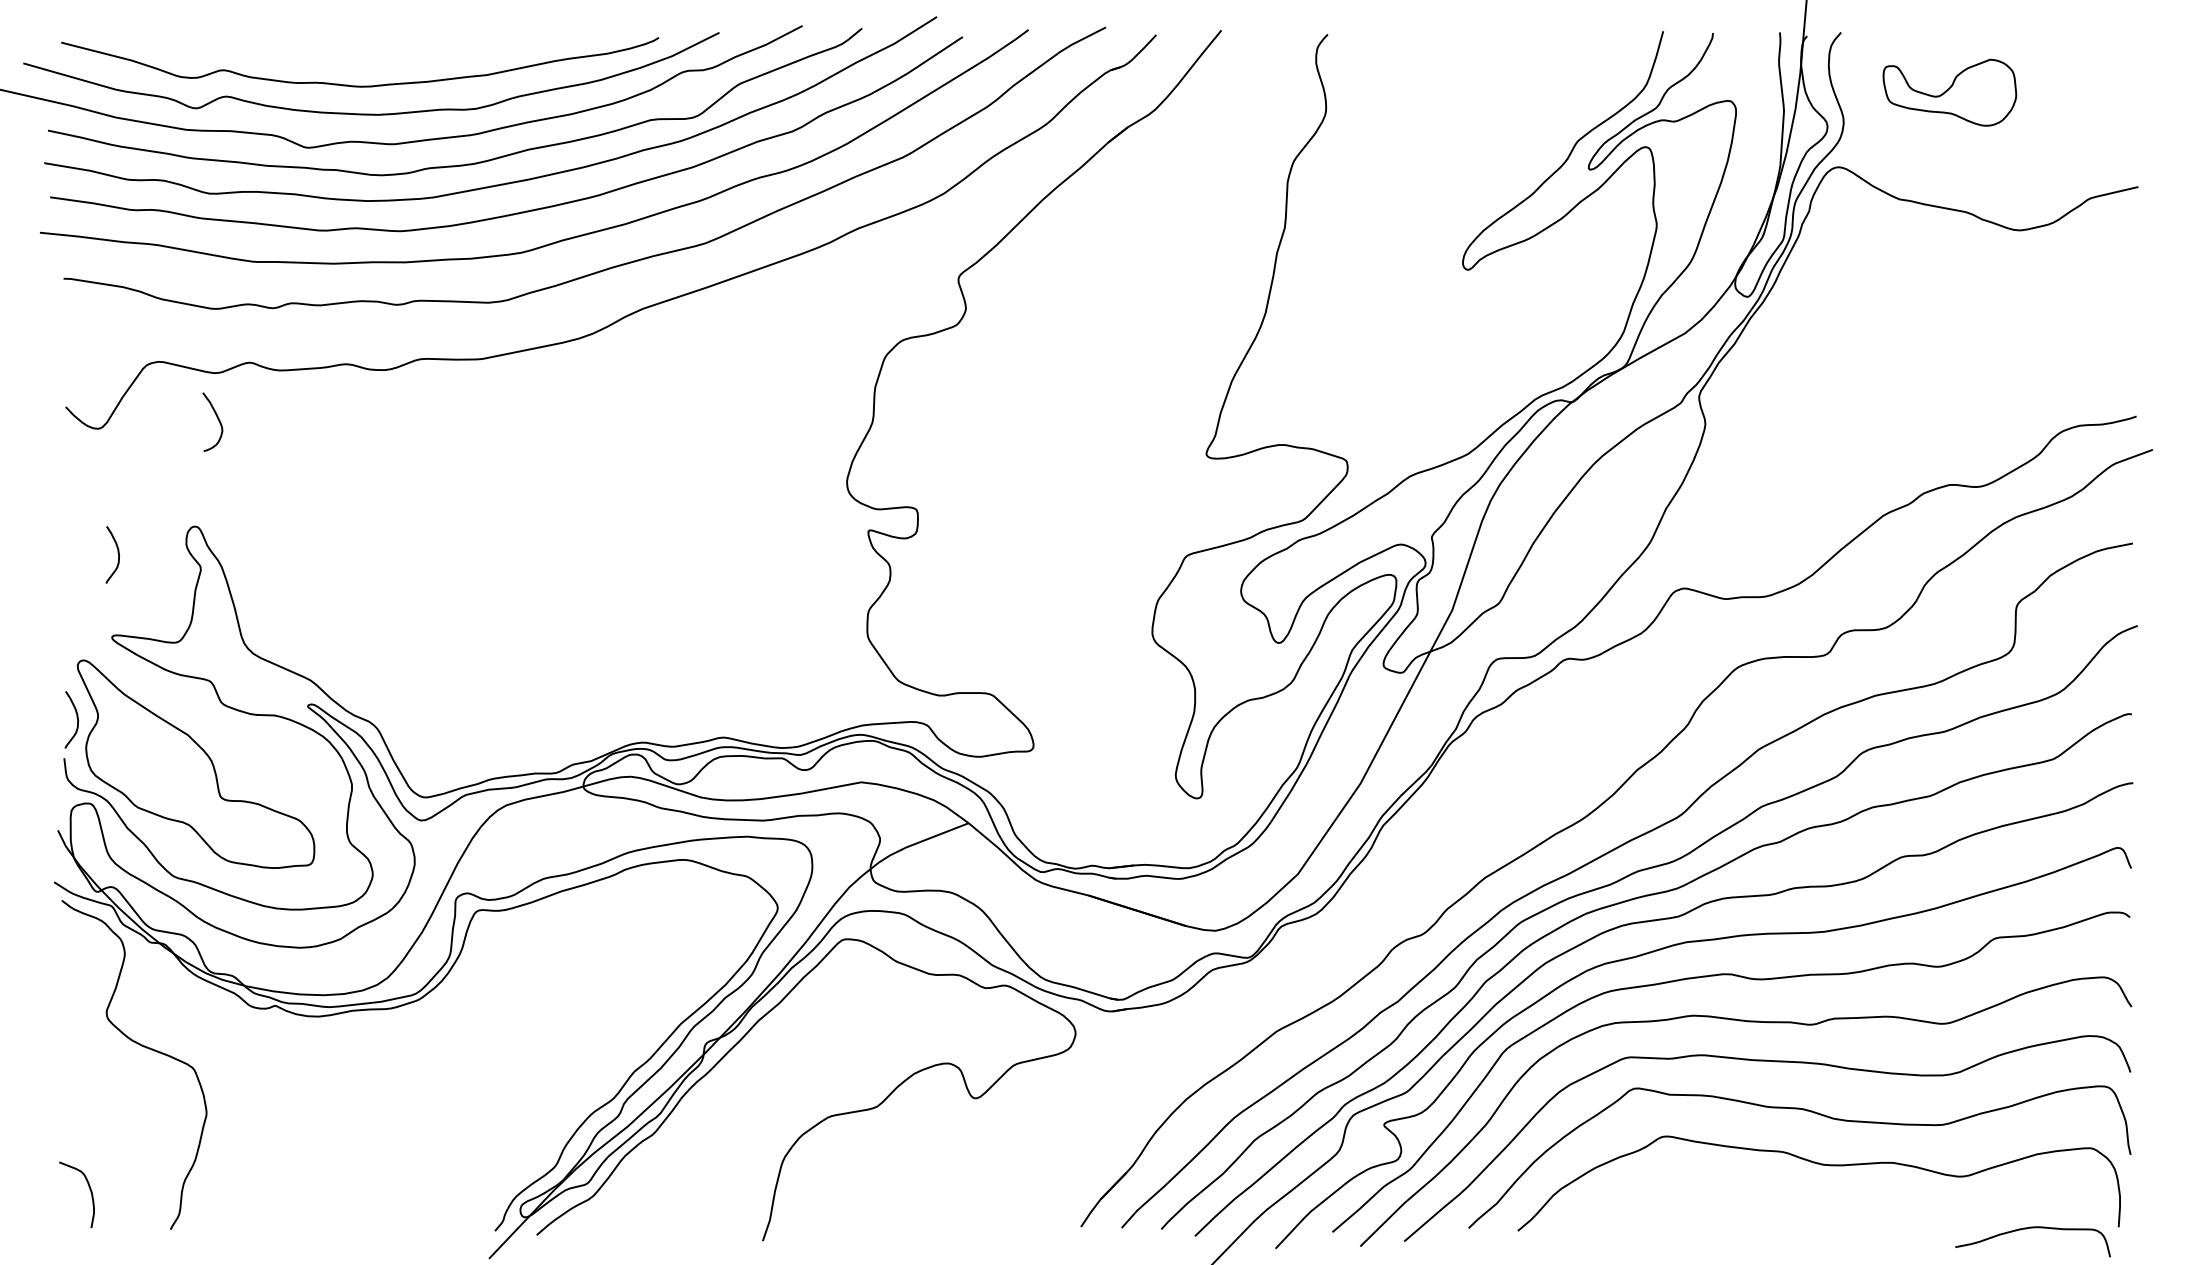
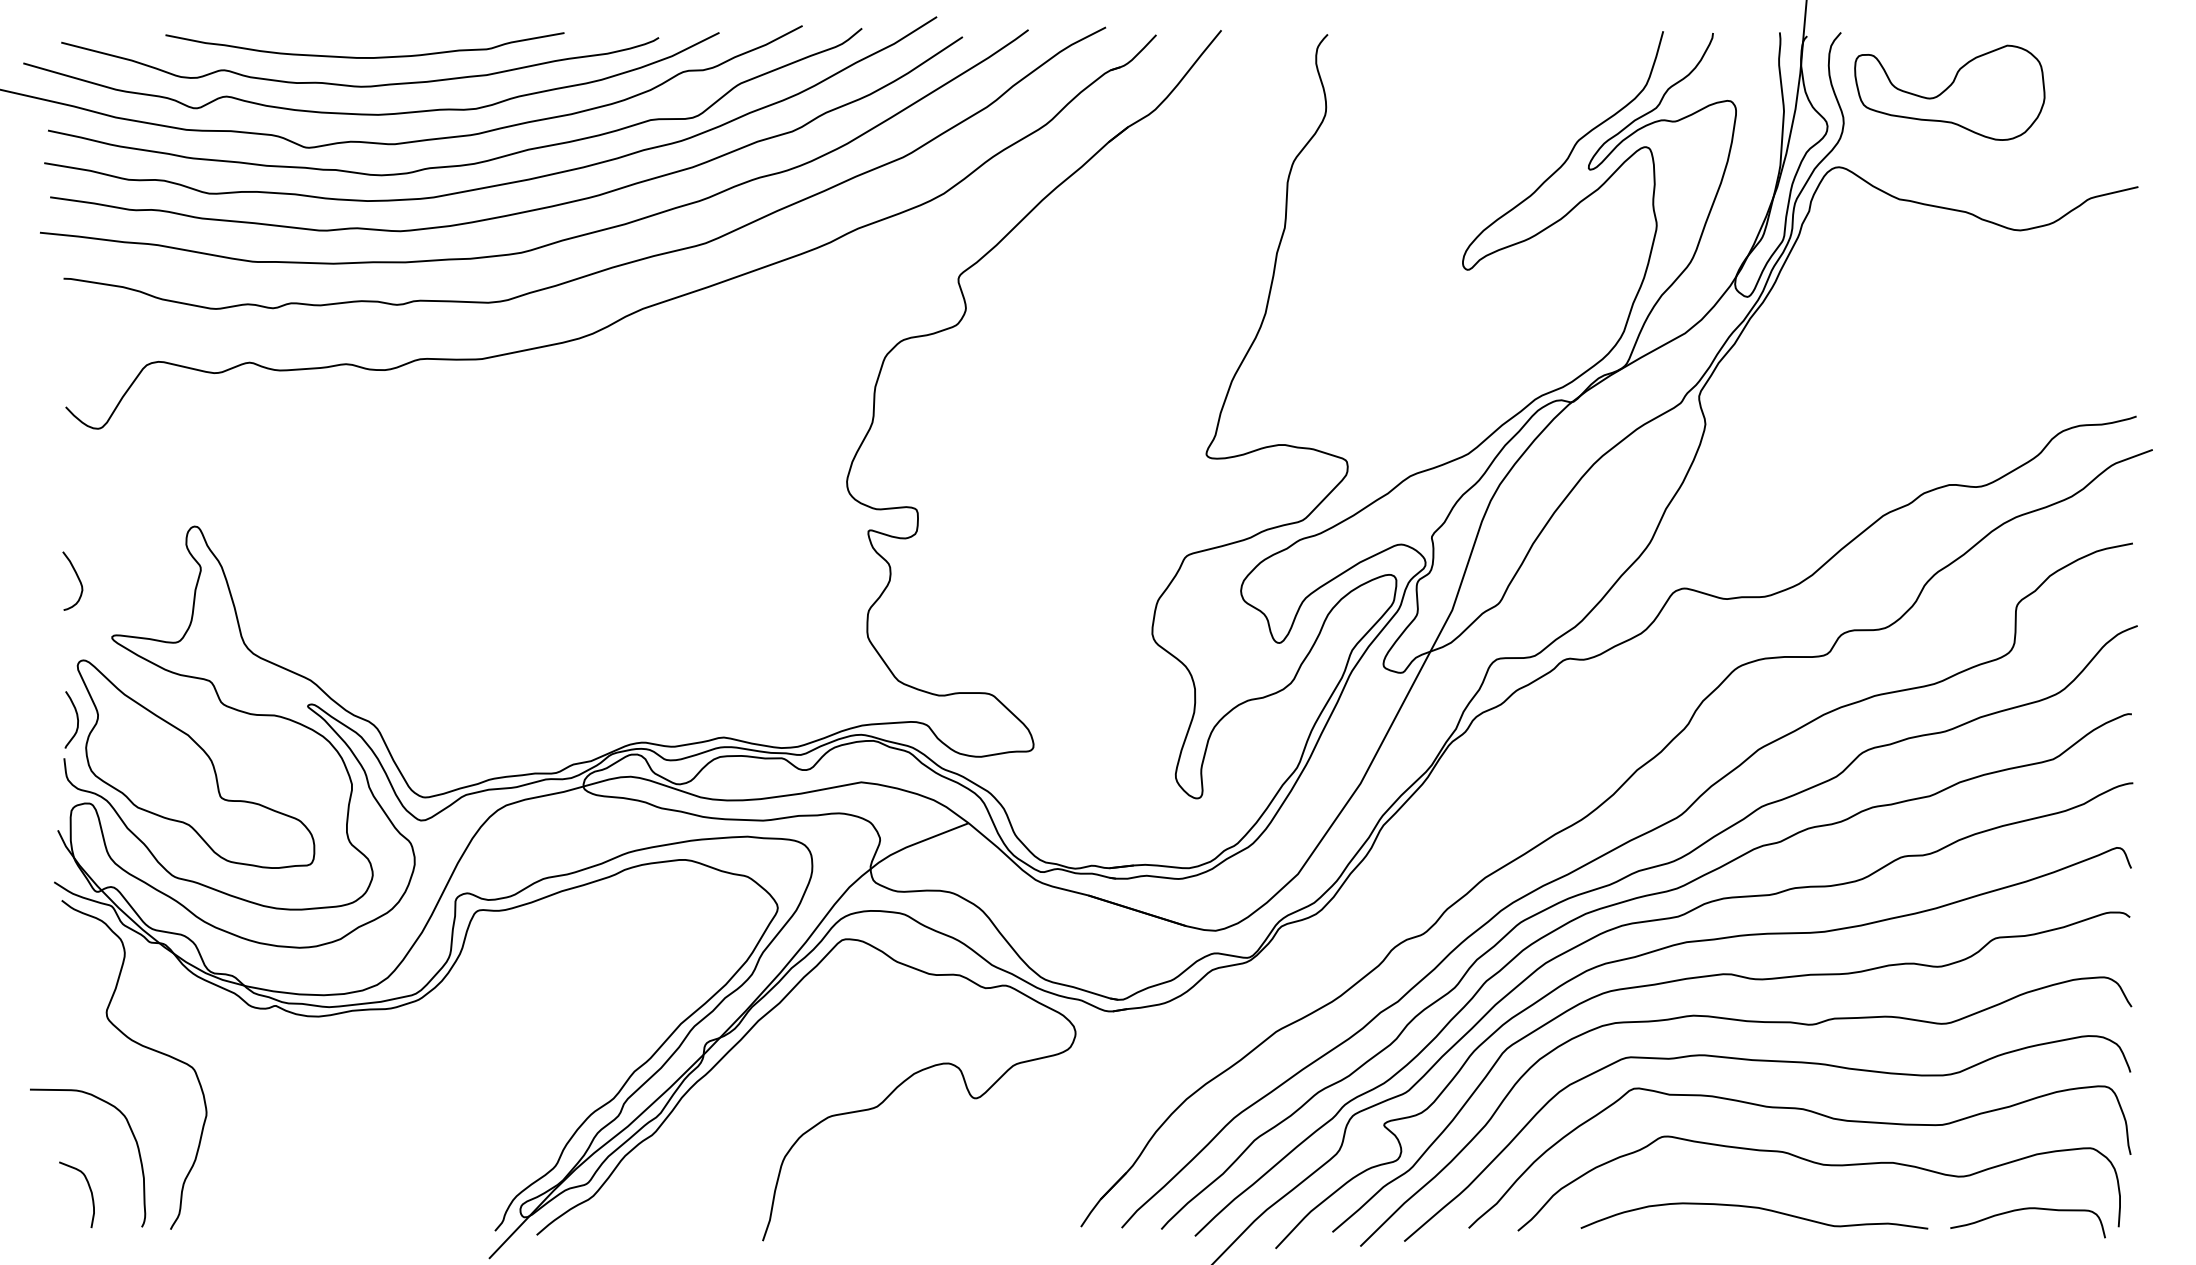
curve at (364, 57): none -> present
part at (1949, 92) size: 136x69 px -> 192x97 px
curve at (217, 419) position: (217, 419) -> (77, 578)
curve at (117, 553): present -> none
curve at (132, 1135): none -> present
curve at (1754, 1208): none -> present
curve at (2032, 1228) position: (2032, 1228) -> (2027, 1209)
